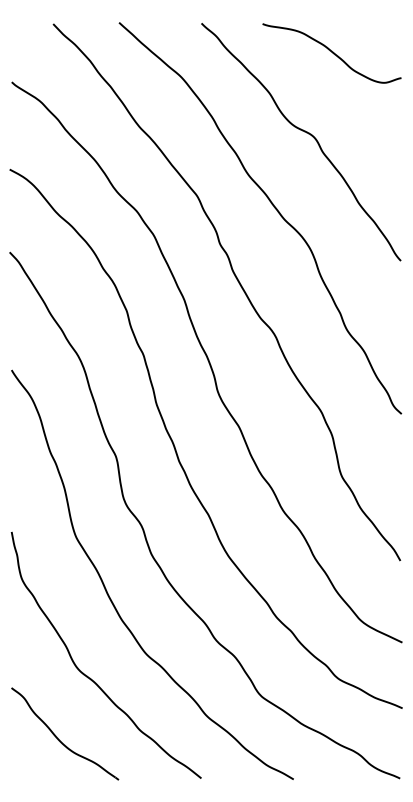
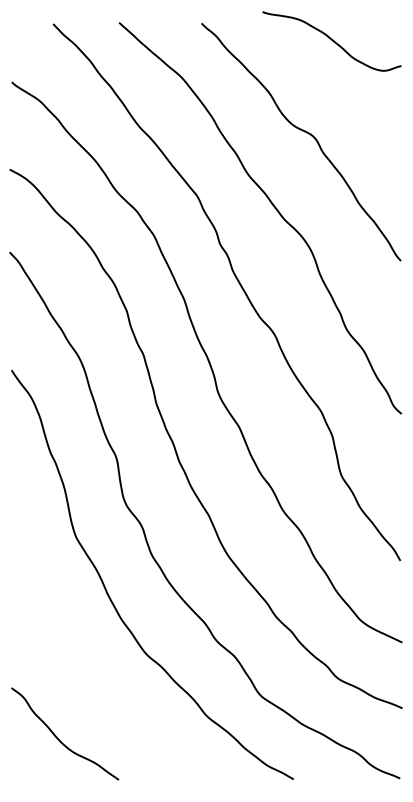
curve at (331, 52) position: (331, 52) -> (331, 40)
curve at (90, 677): present -> none
